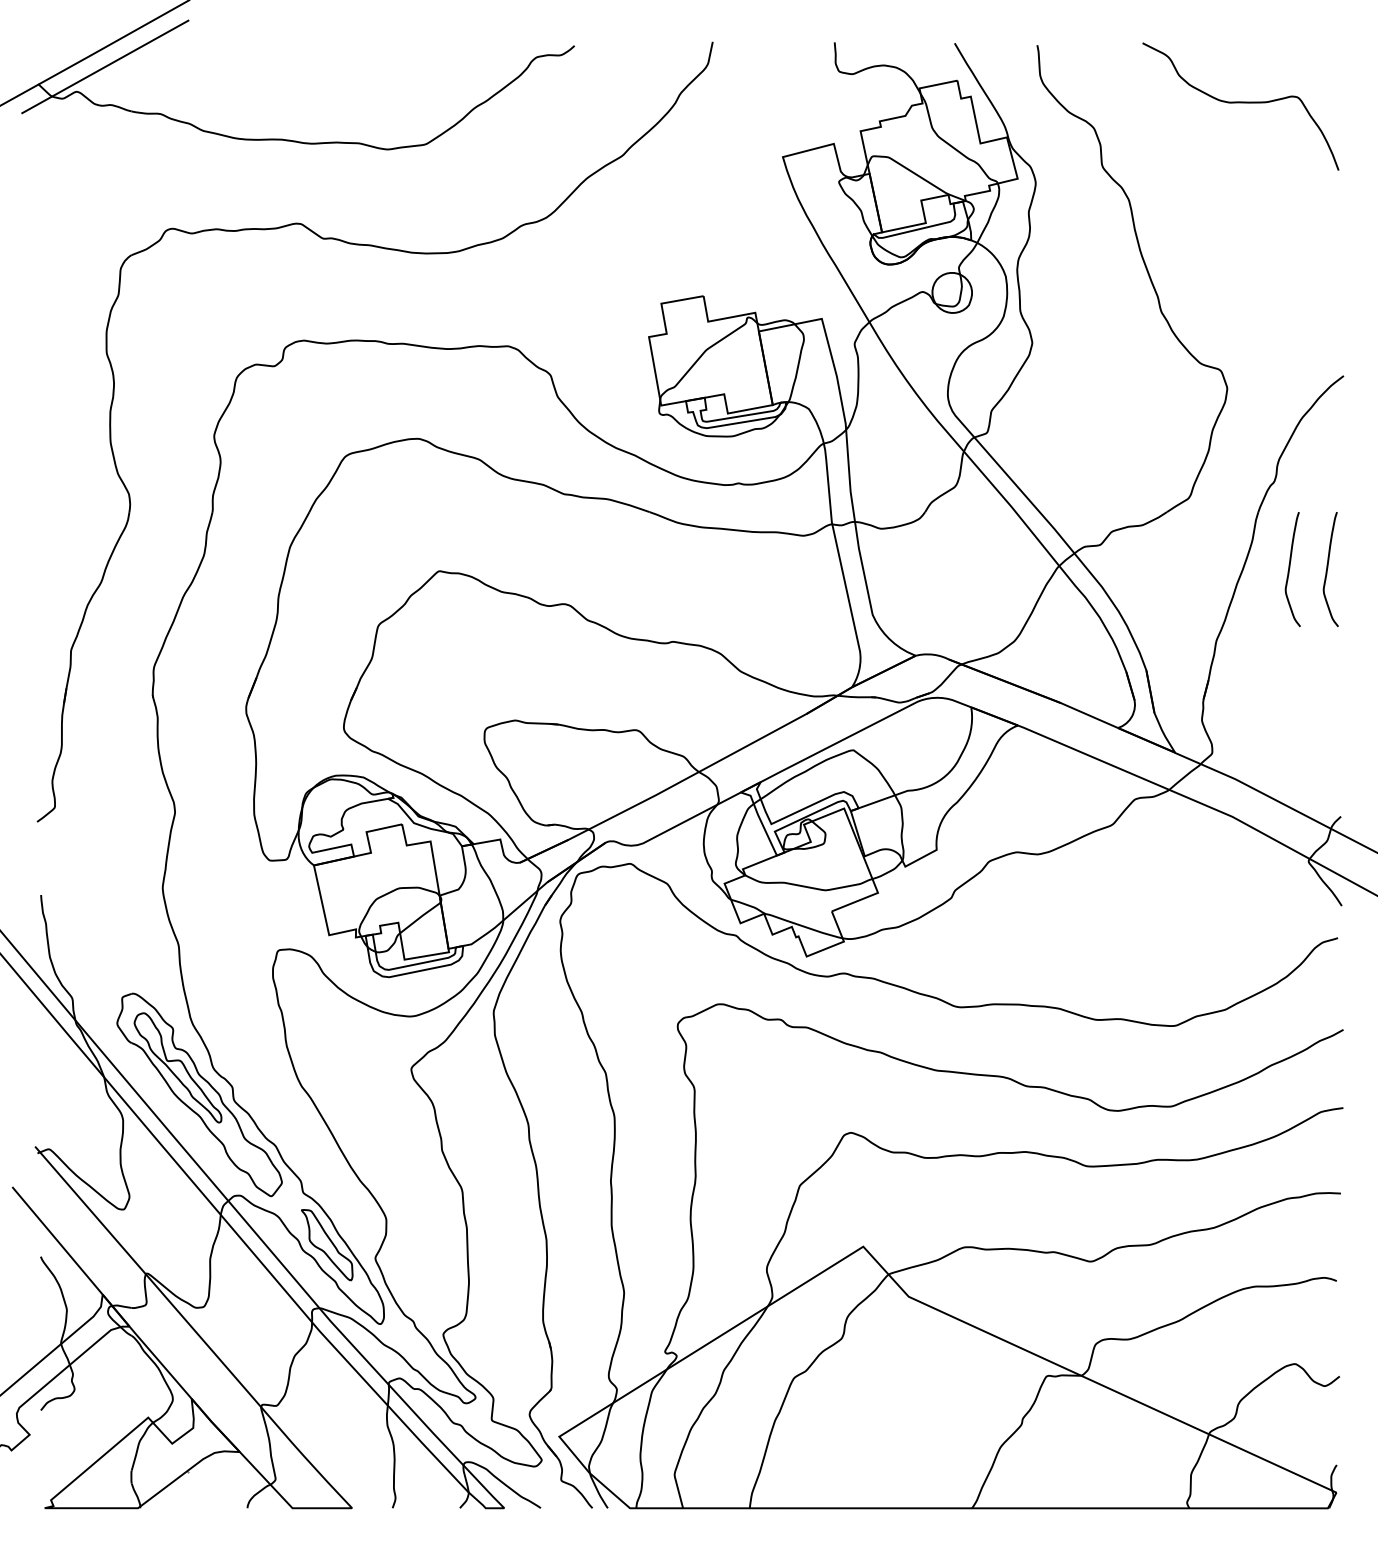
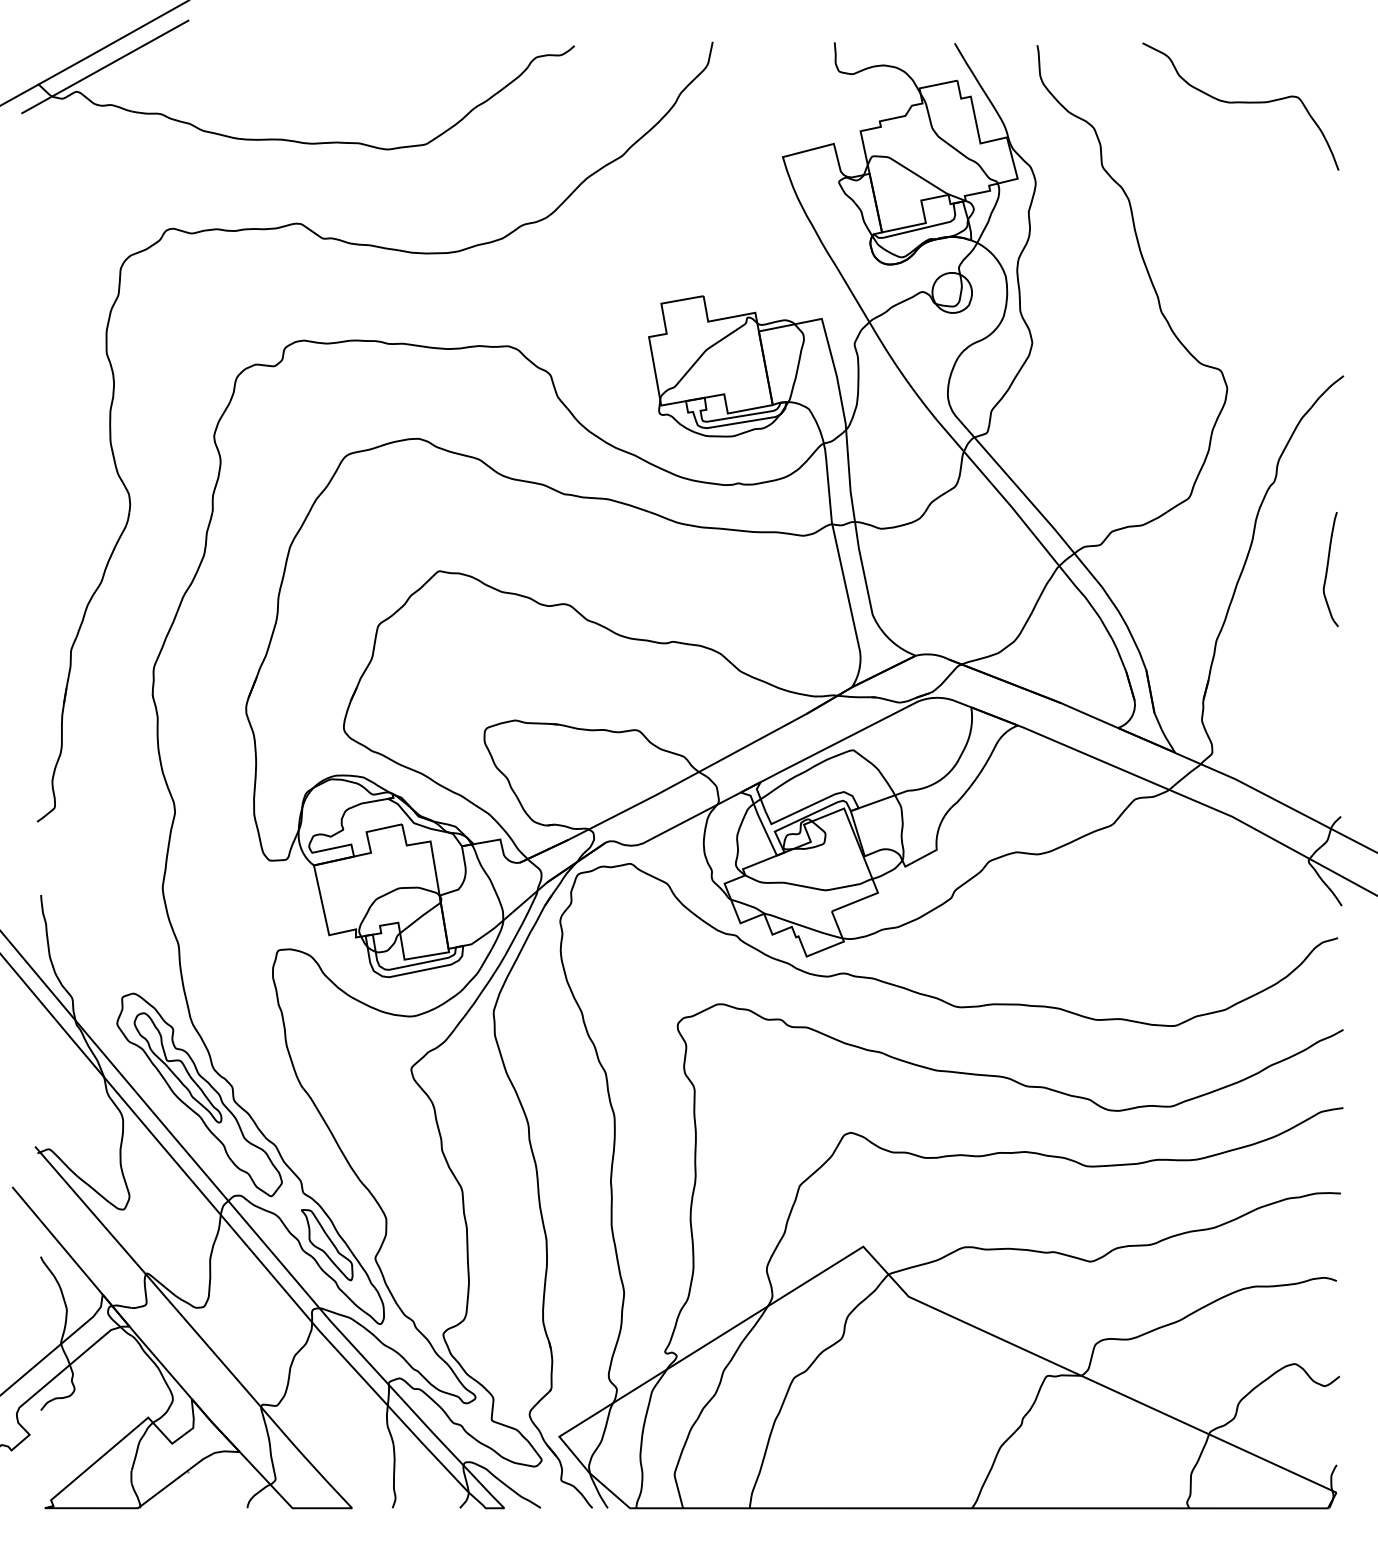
curve at (1290, 568): present -> none
